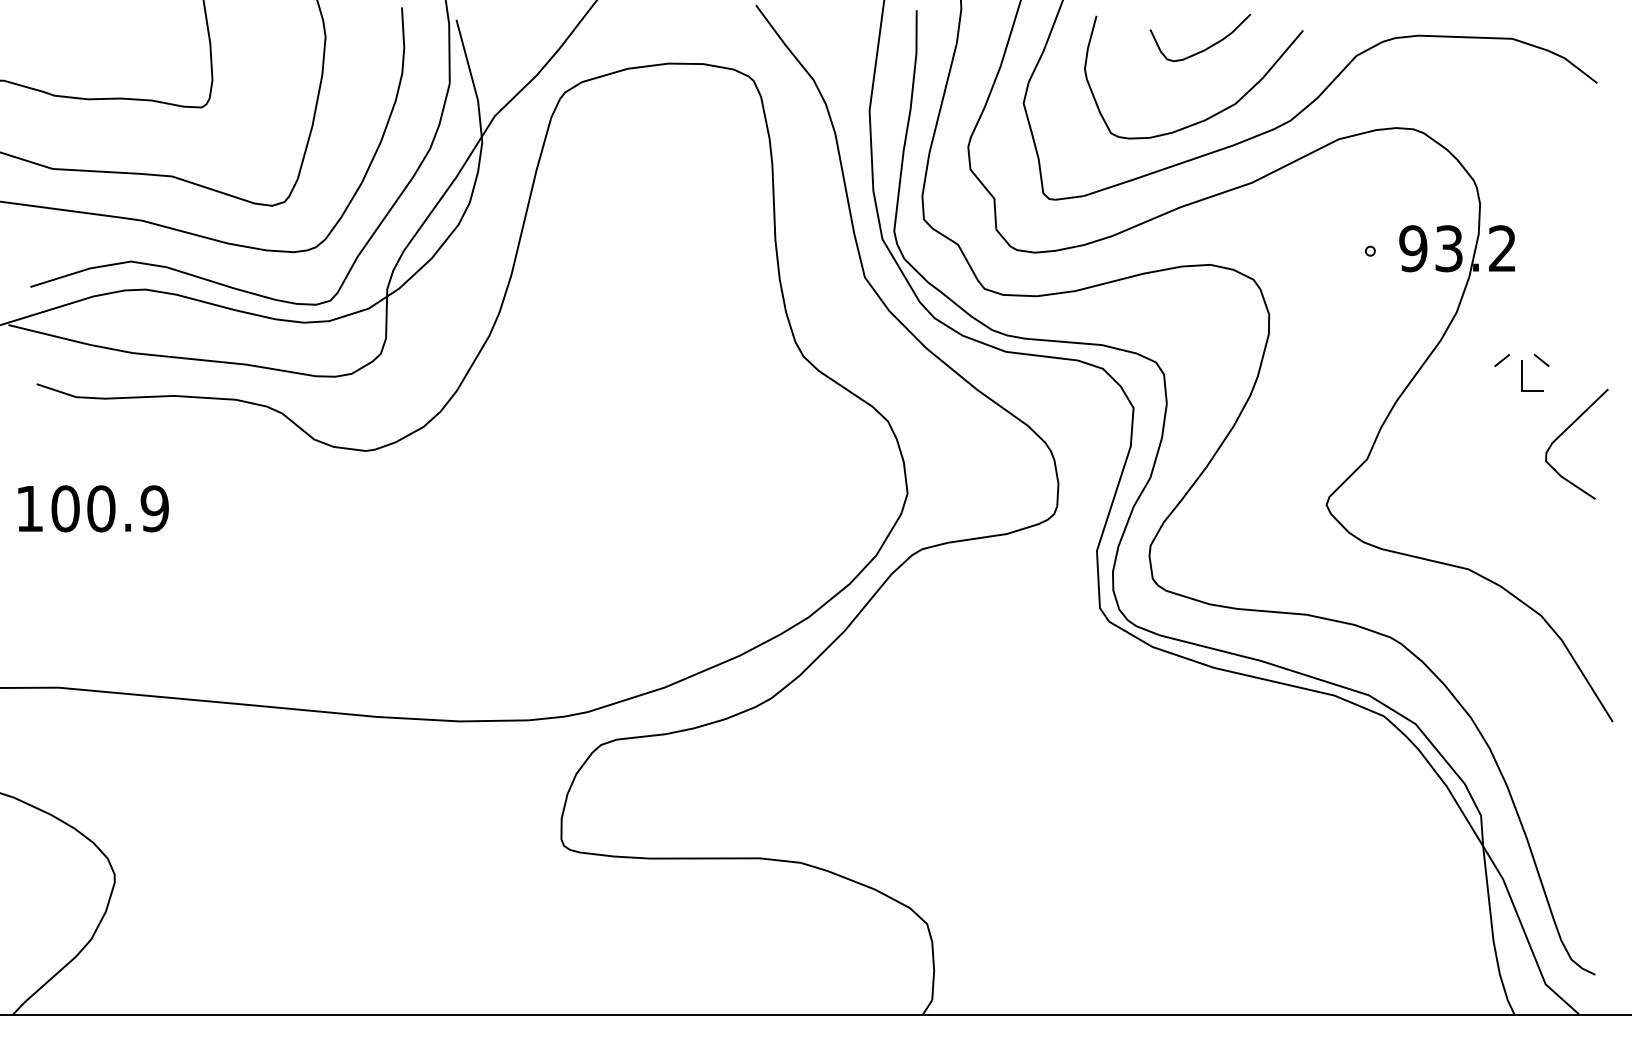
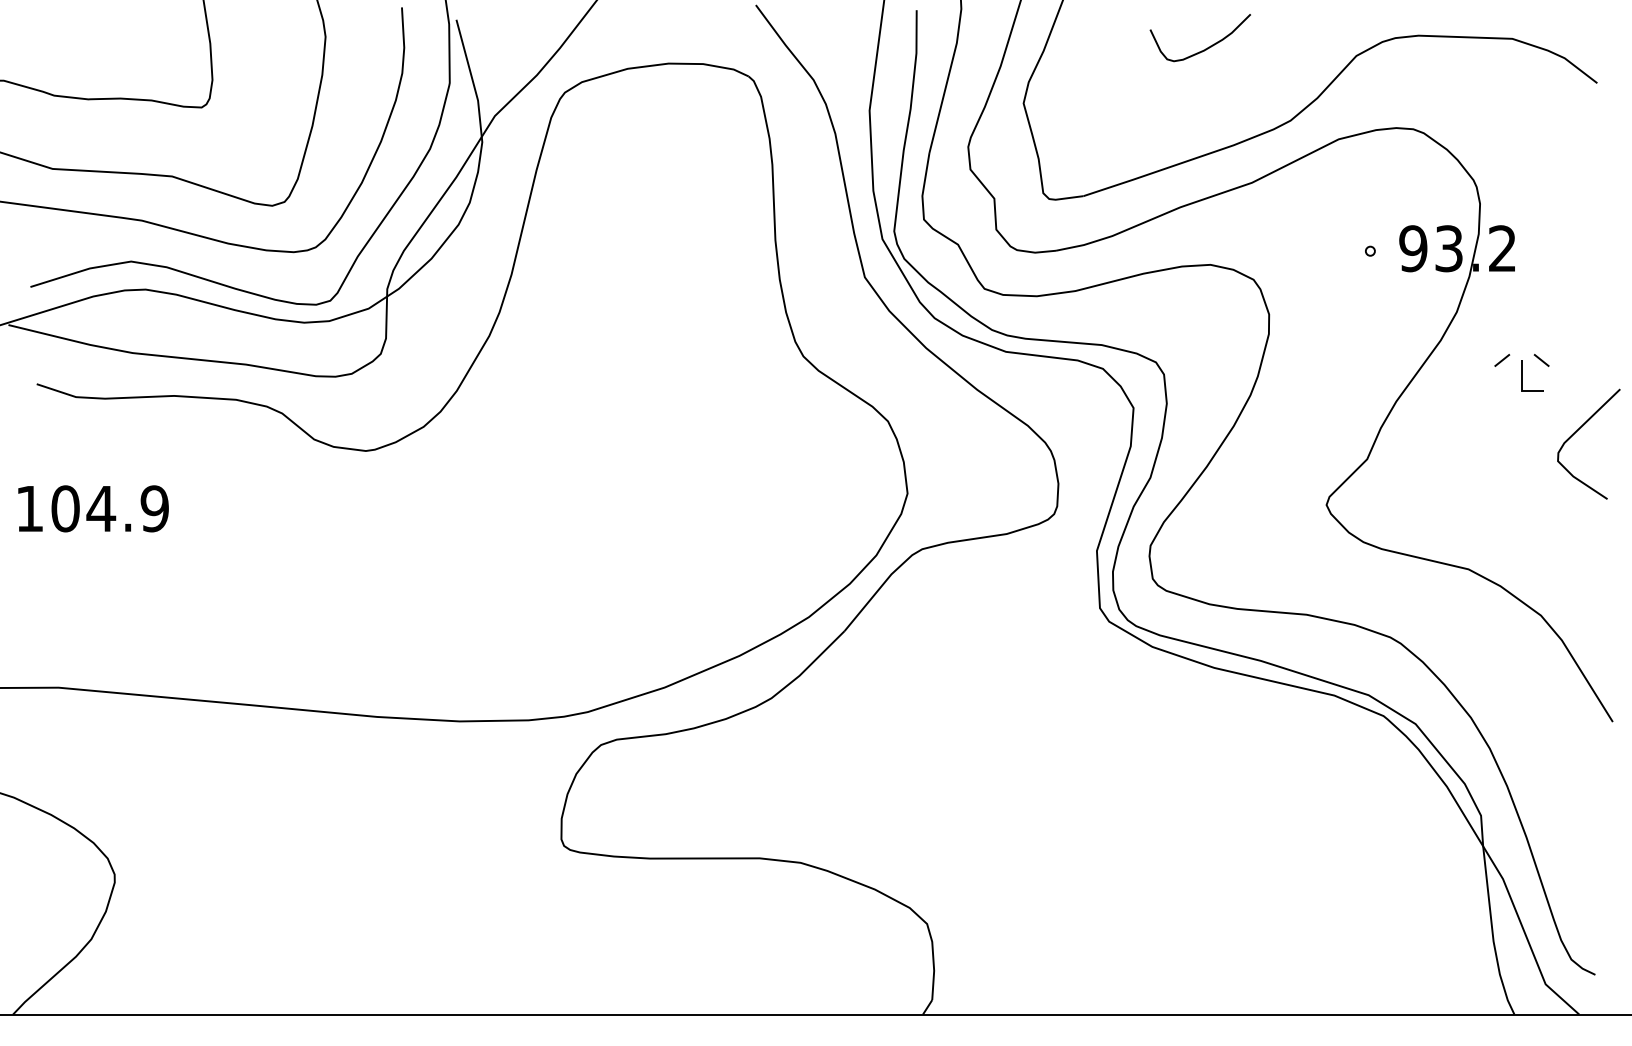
curve at (1211, 115): present -> none
curve at (1565, 431) position: (1565, 431) -> (1577, 431)
text at (101, 508): 100.9 -> 104.9
